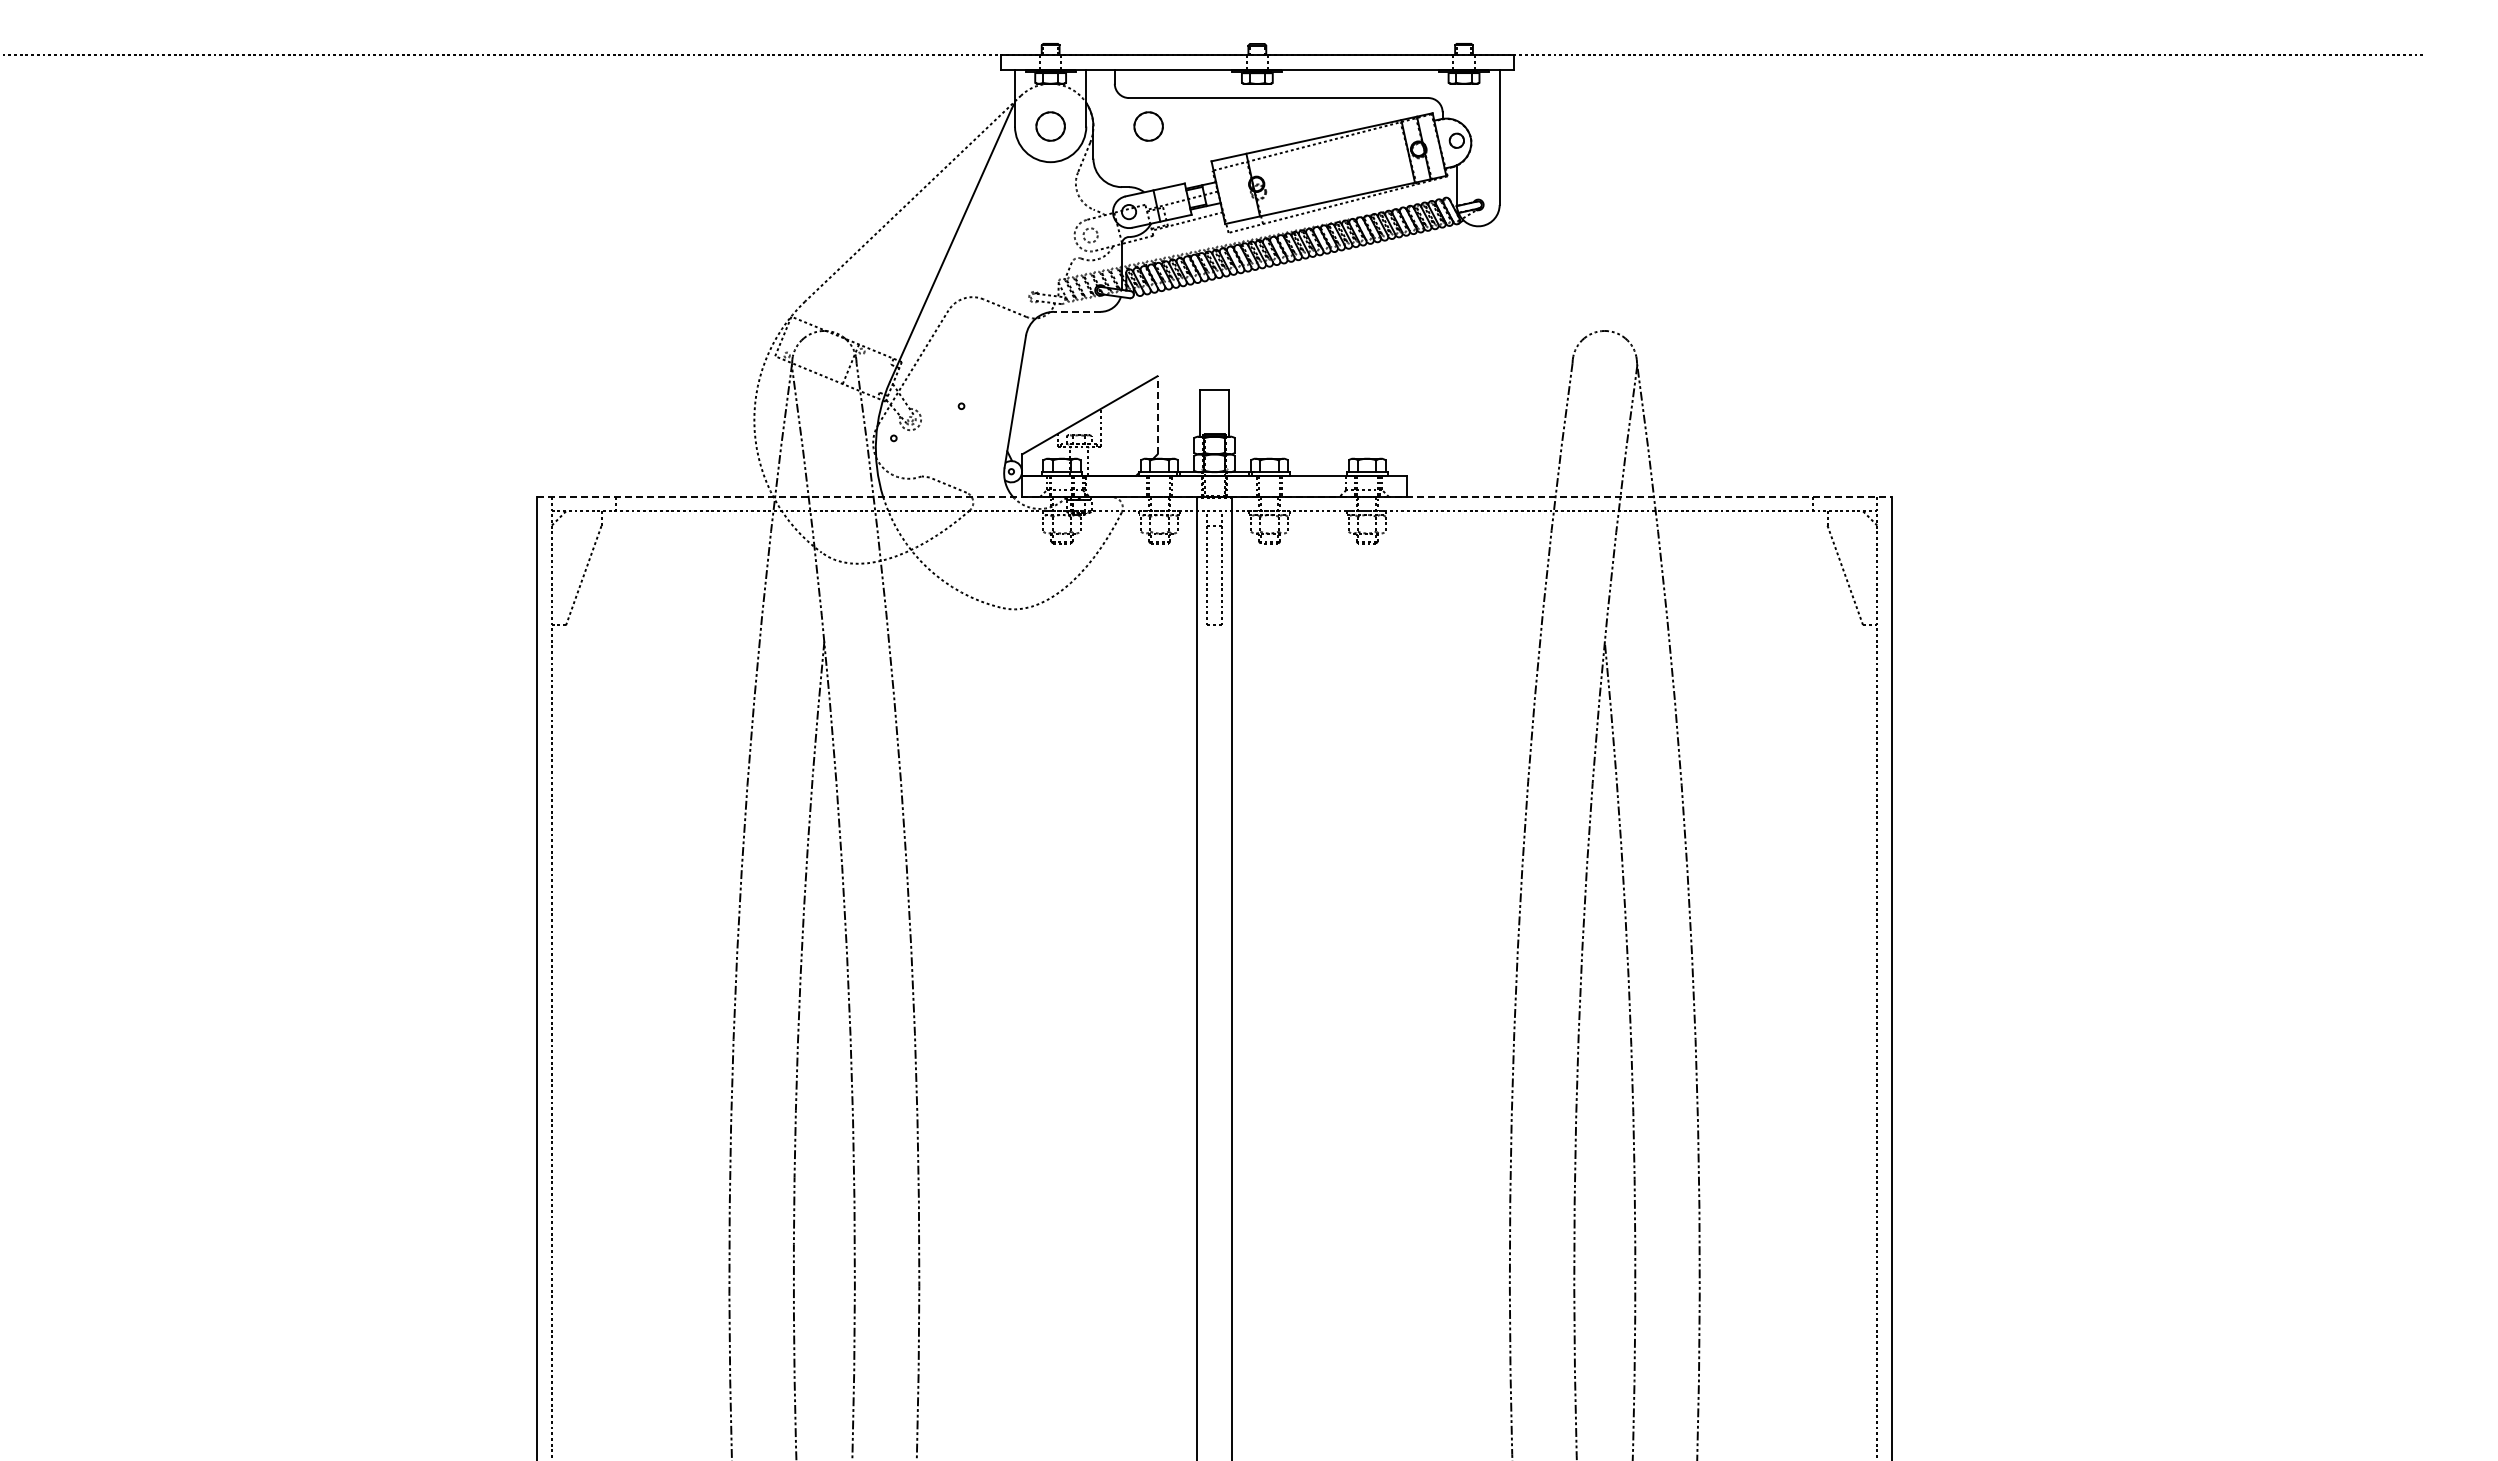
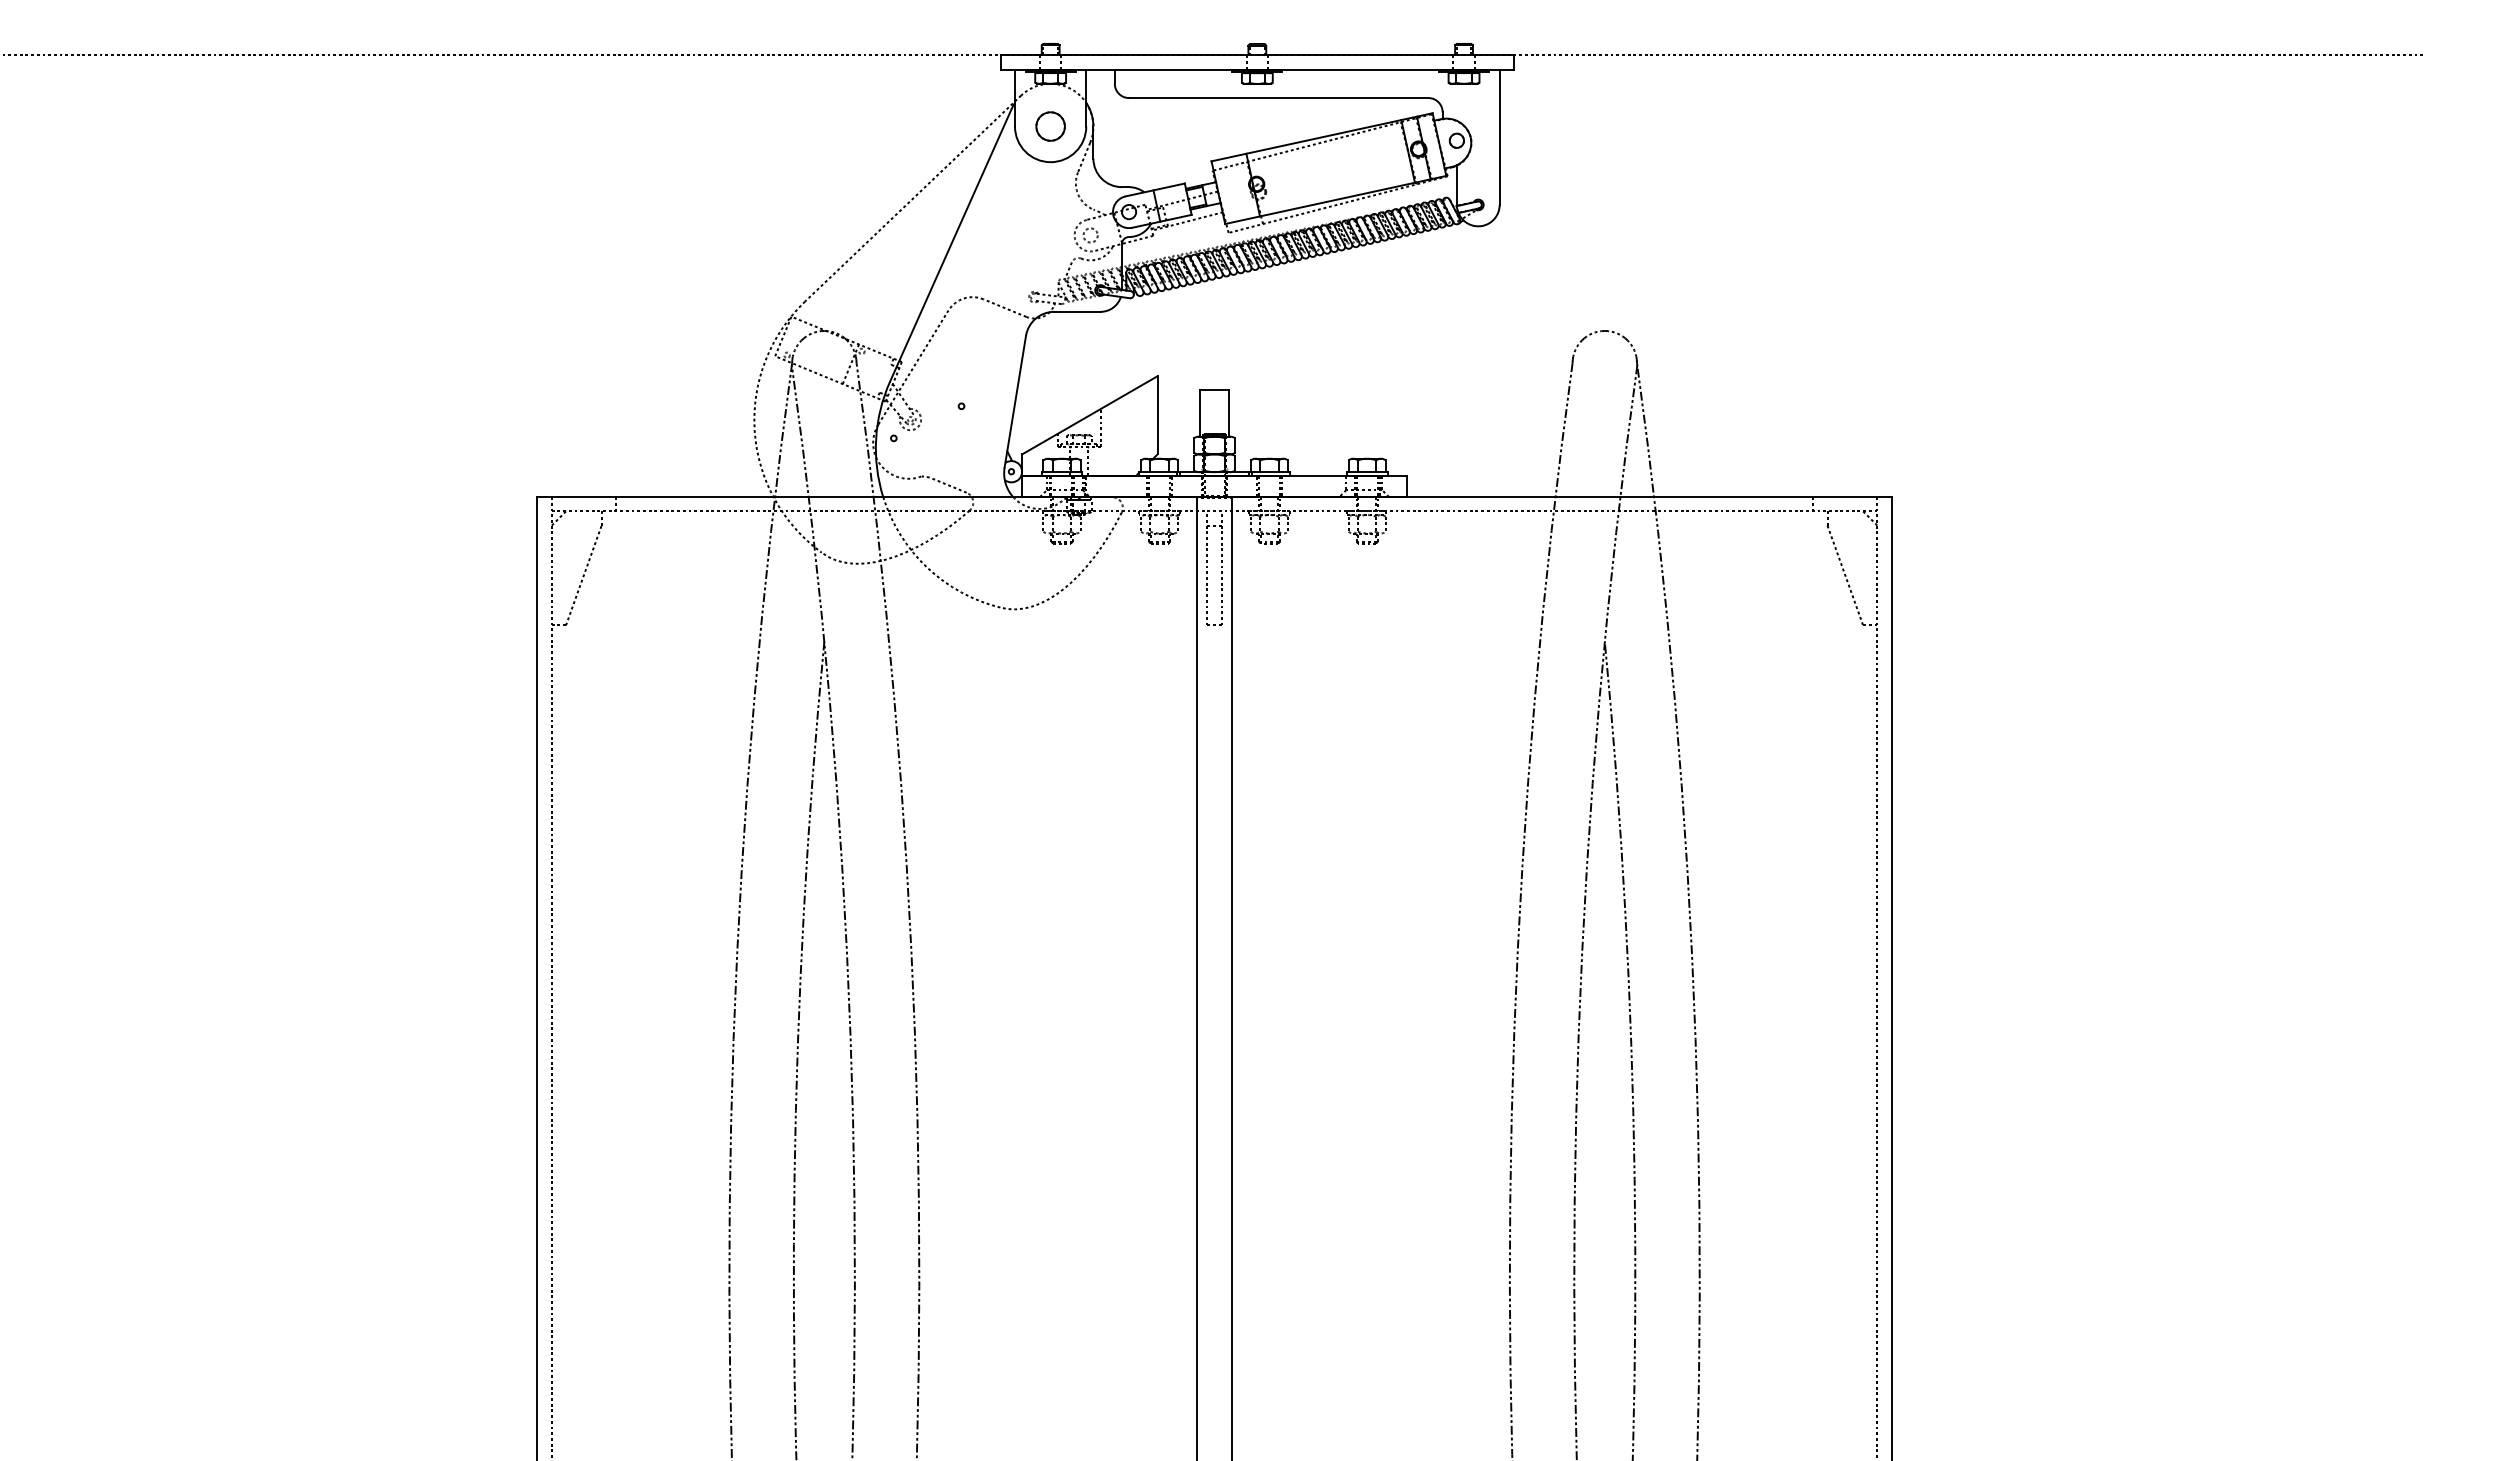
circle at (1148, 126): present -> none
line at (1076, 311): dashed -> solid
line at (1157, 414): dashed -> solid
line at (1215, 497): dashed -> solid
